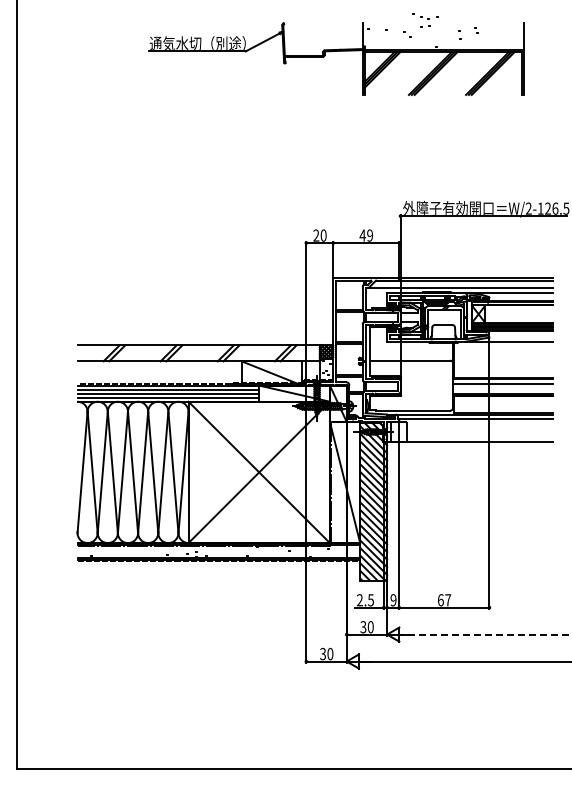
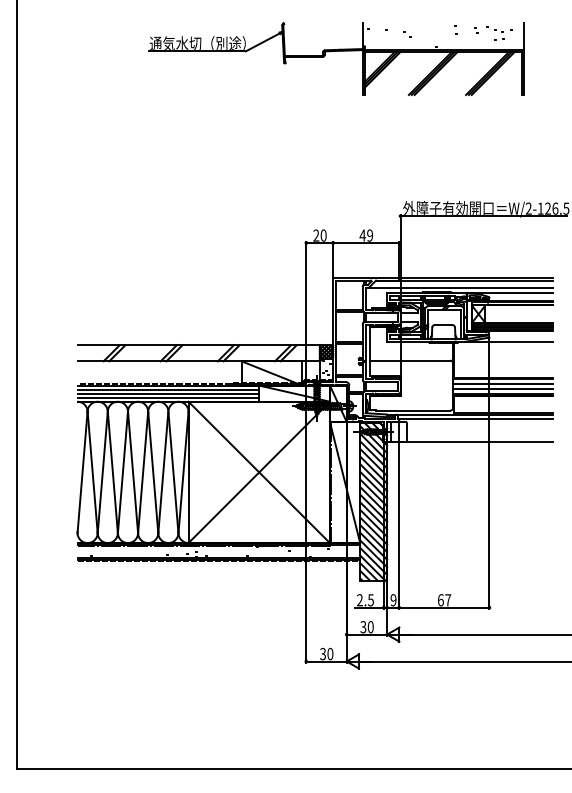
part at (425, 20) position: (425, 20) -> (499, 33)
part at (459, 34) position: (459, 34) -> (455, 29)
line at (503, 388): none -> present
line at (486, 634): dashed -> solid
